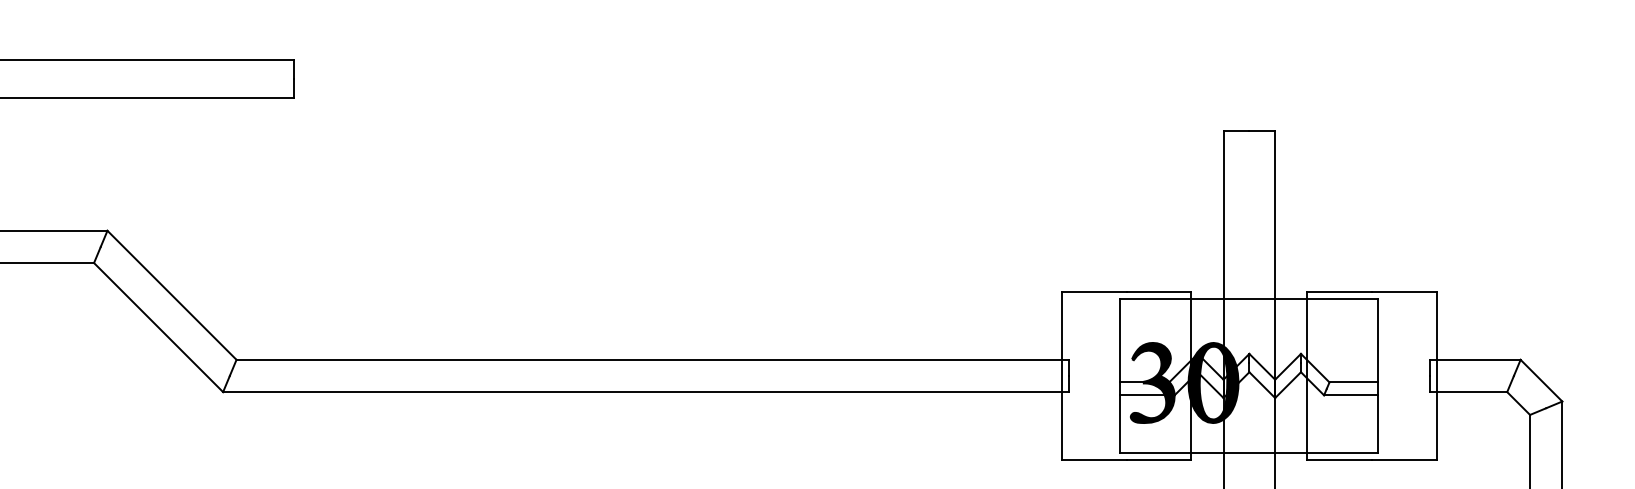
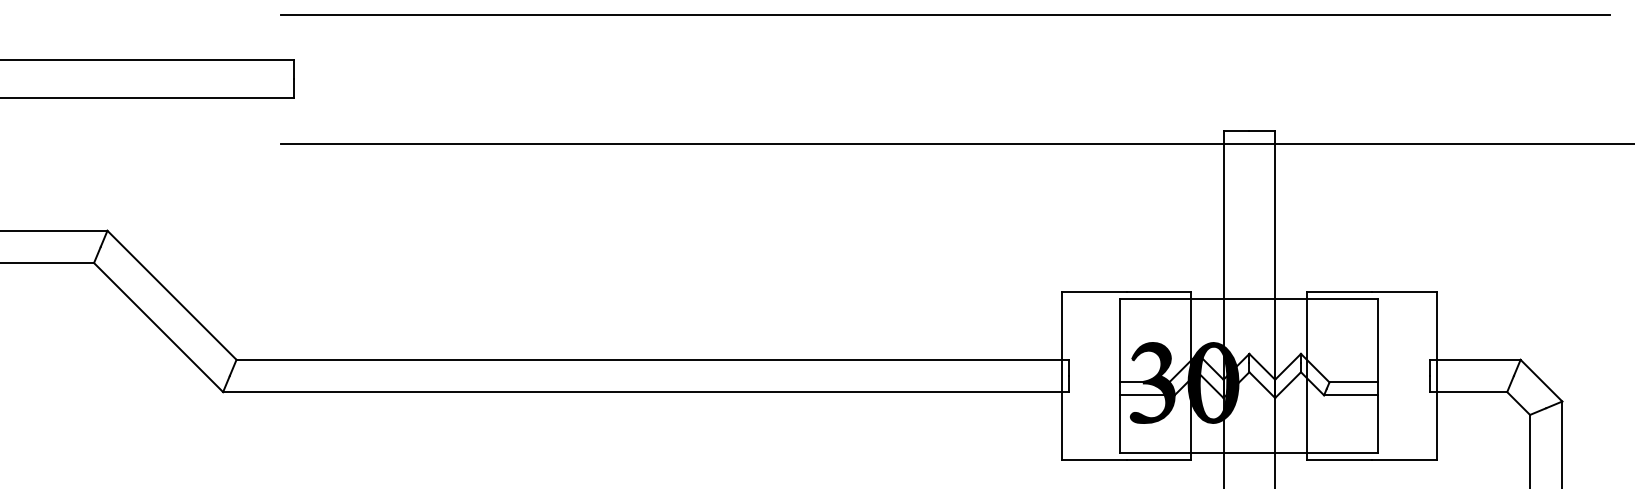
line at (945, 14): none -> present
line at (956, 143): none -> present
